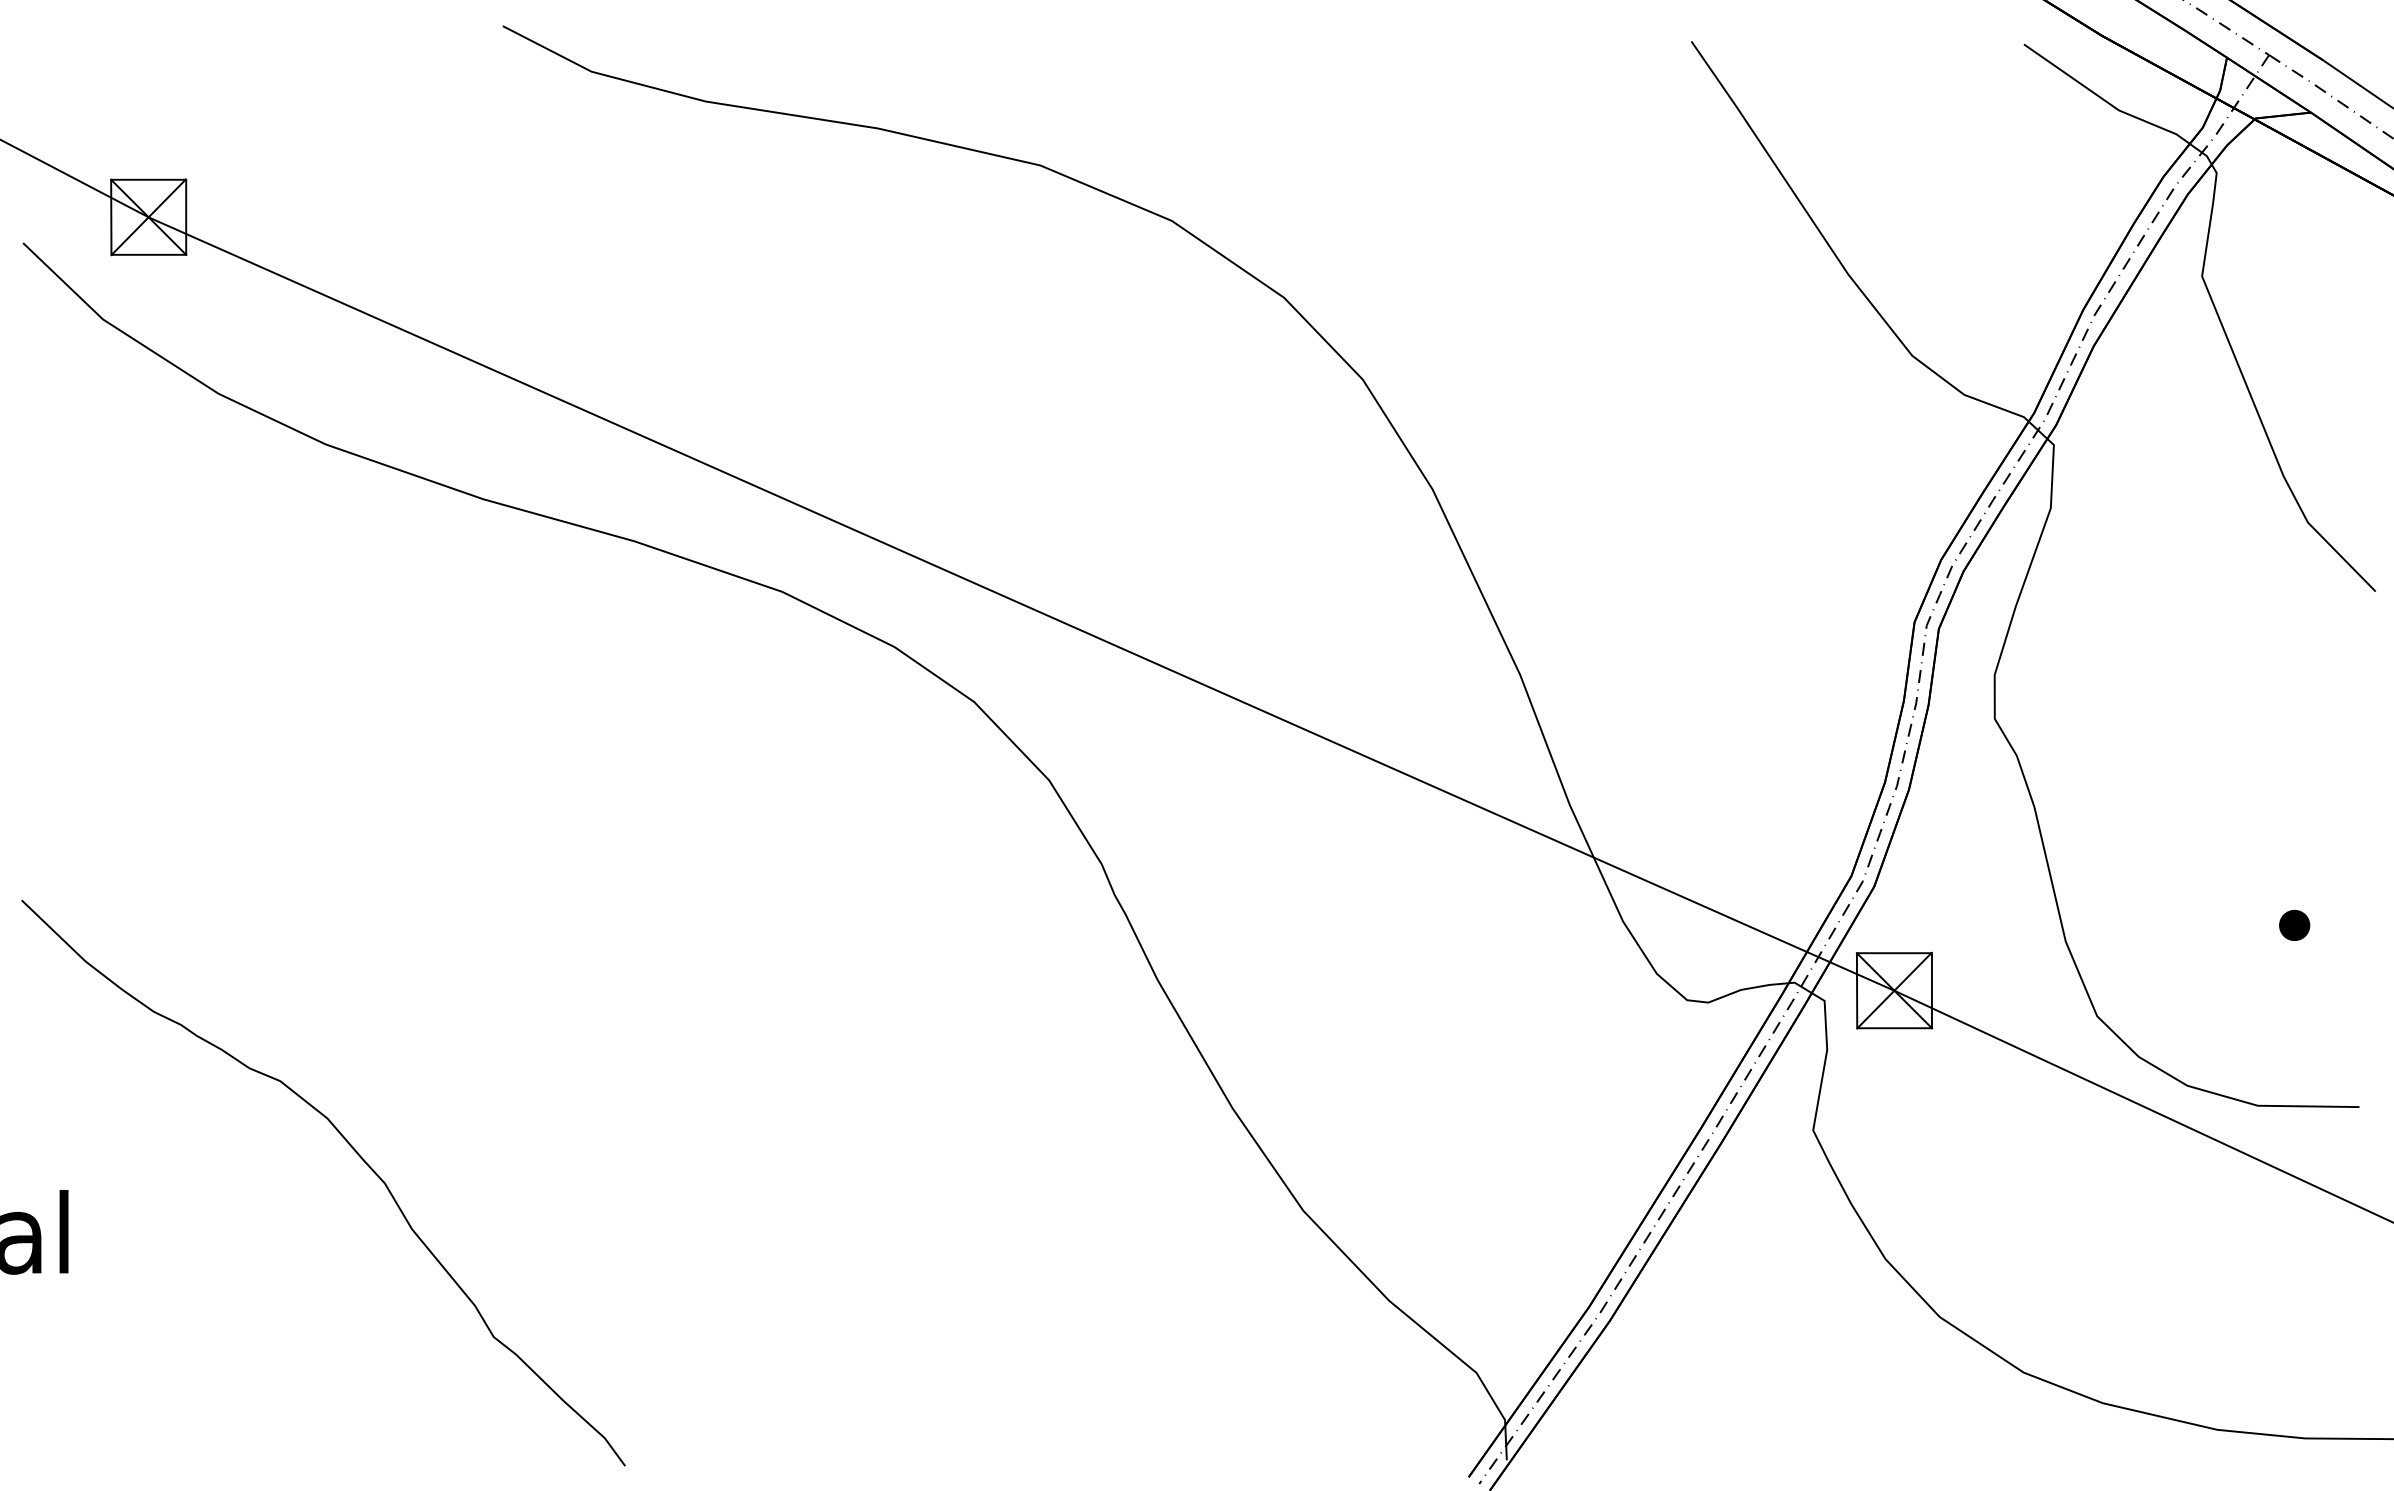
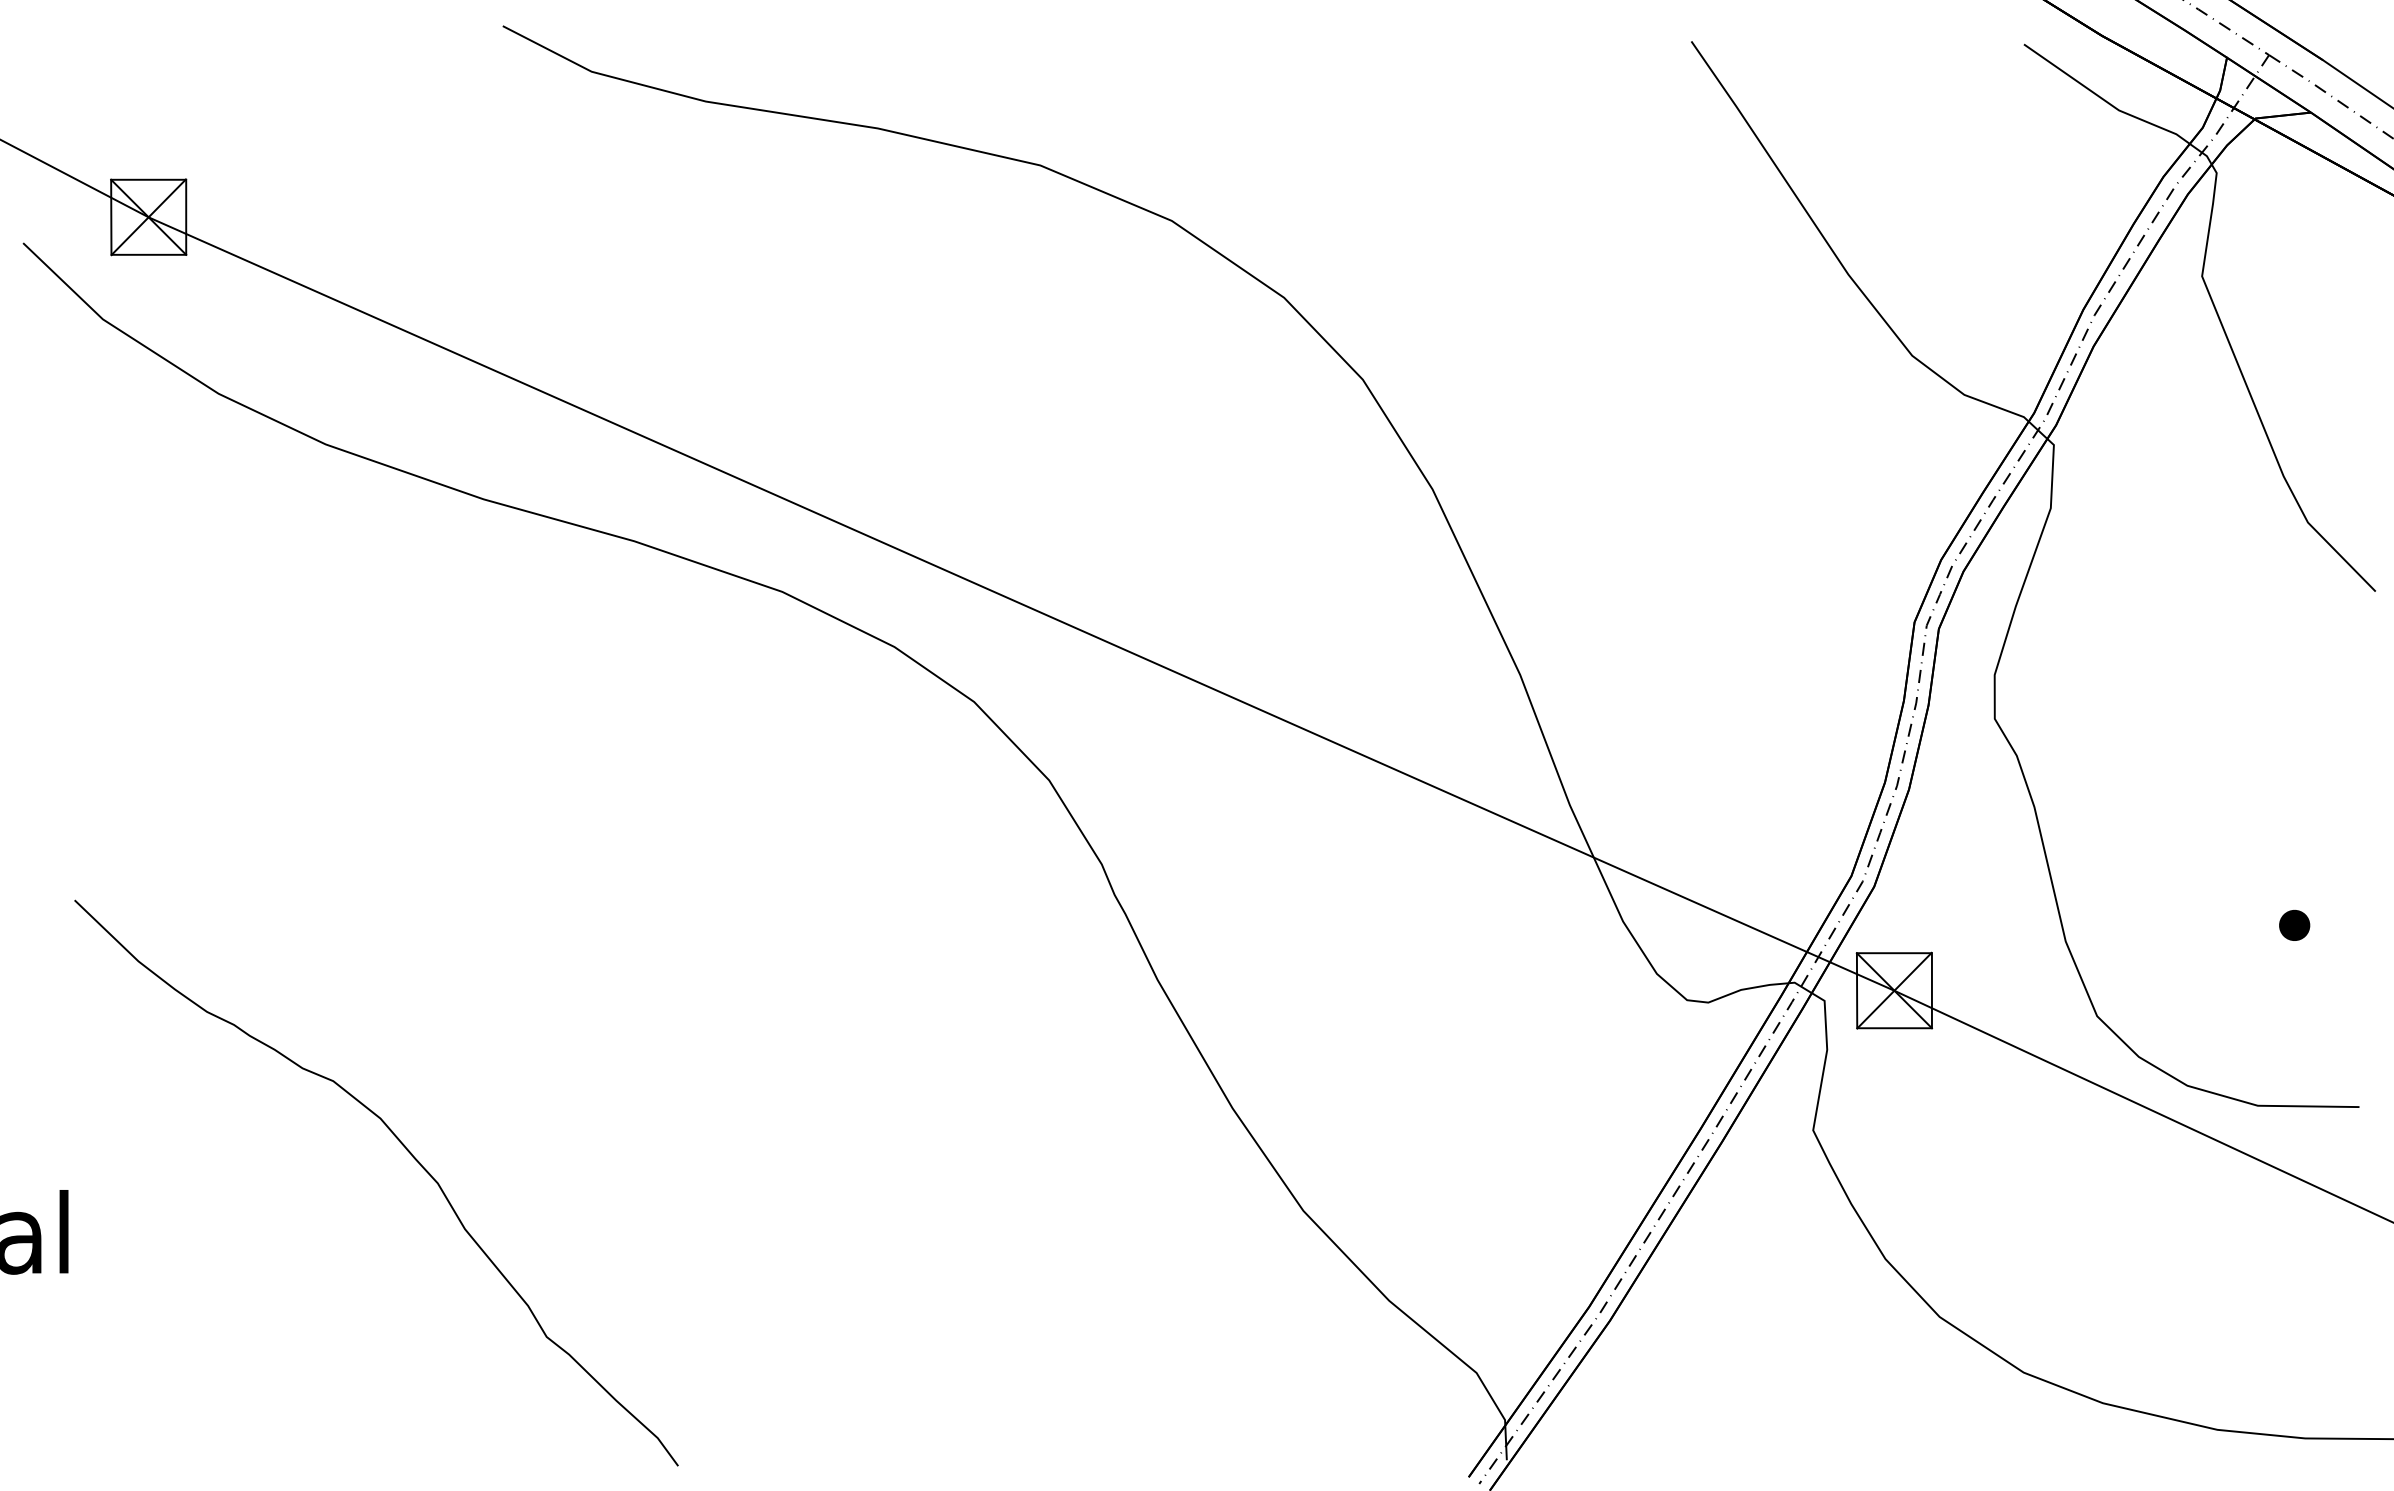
curve at (359, 1157) position: (359, 1157) -> (412, 1157)
